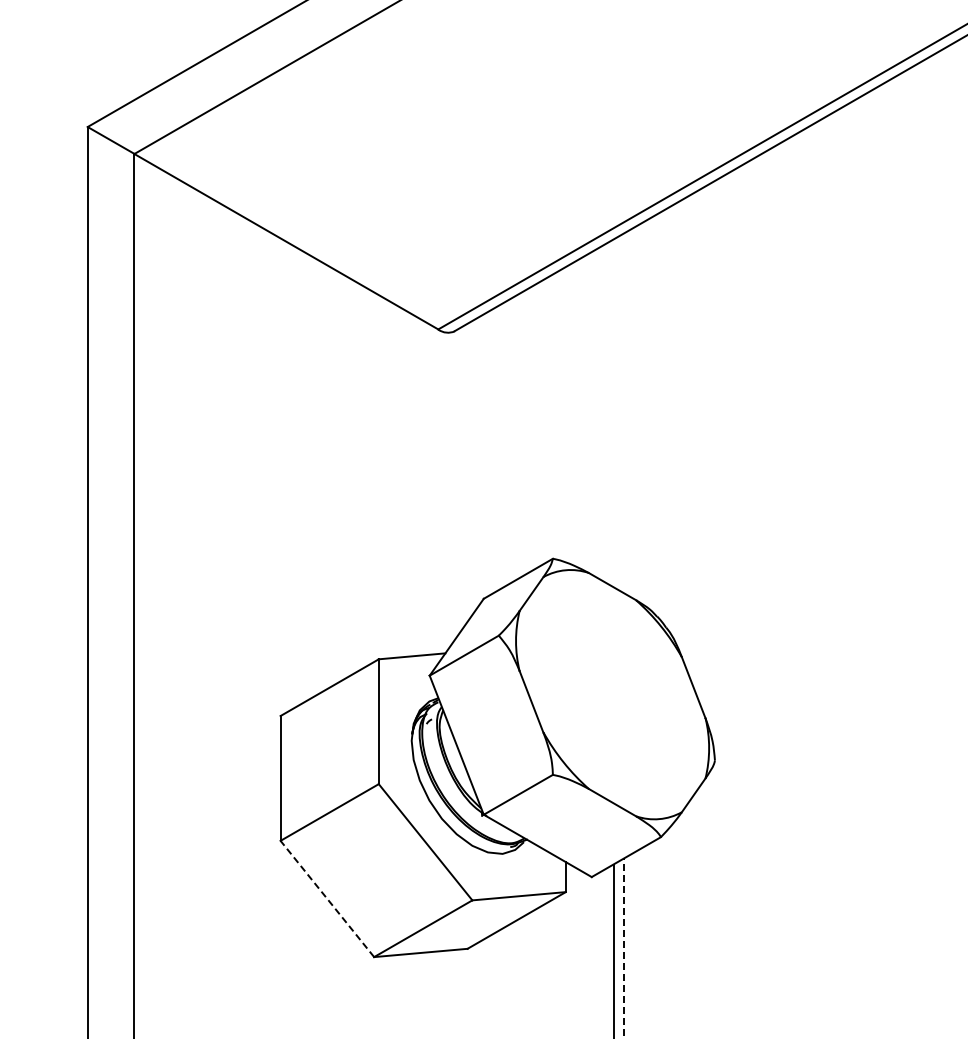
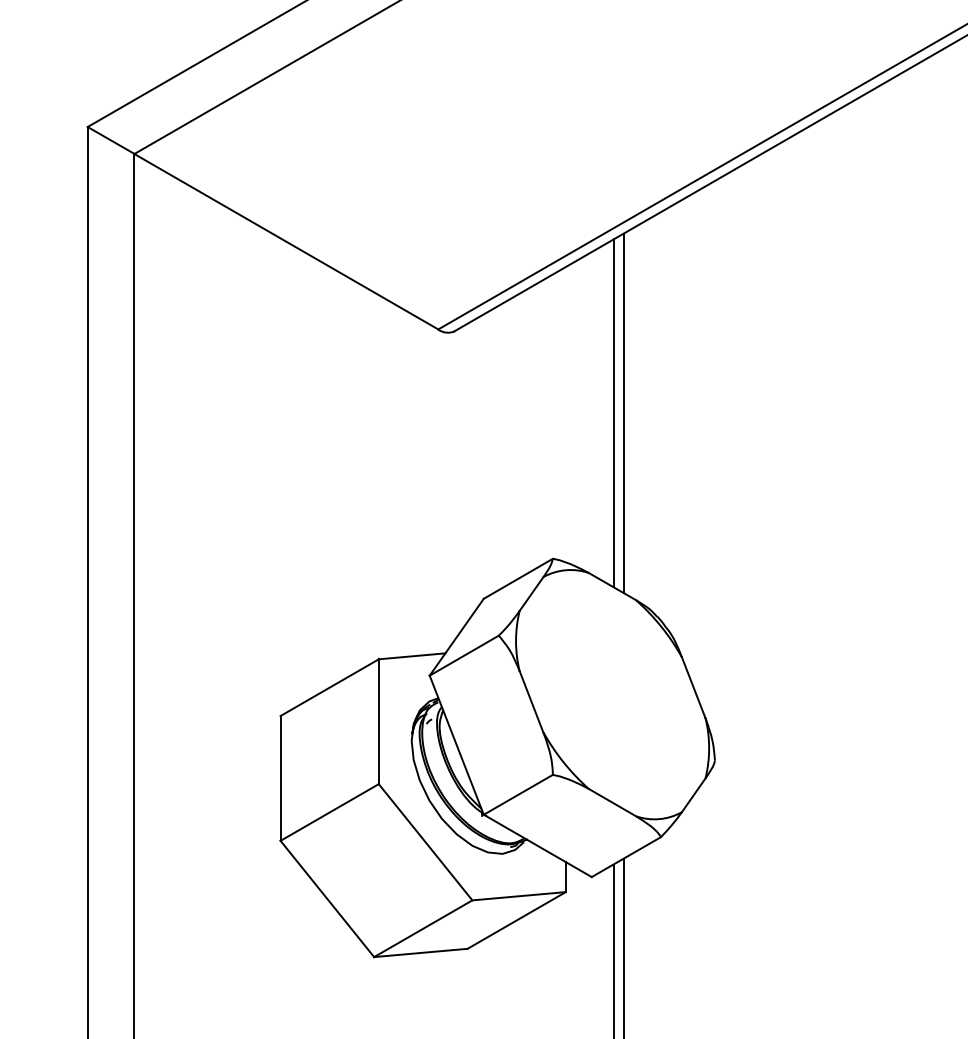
line at (613, 413): none -> present
line at (623, 413): none -> present
line at (327, 898): dashed -> solid
line at (623, 948): dashed -> solid
